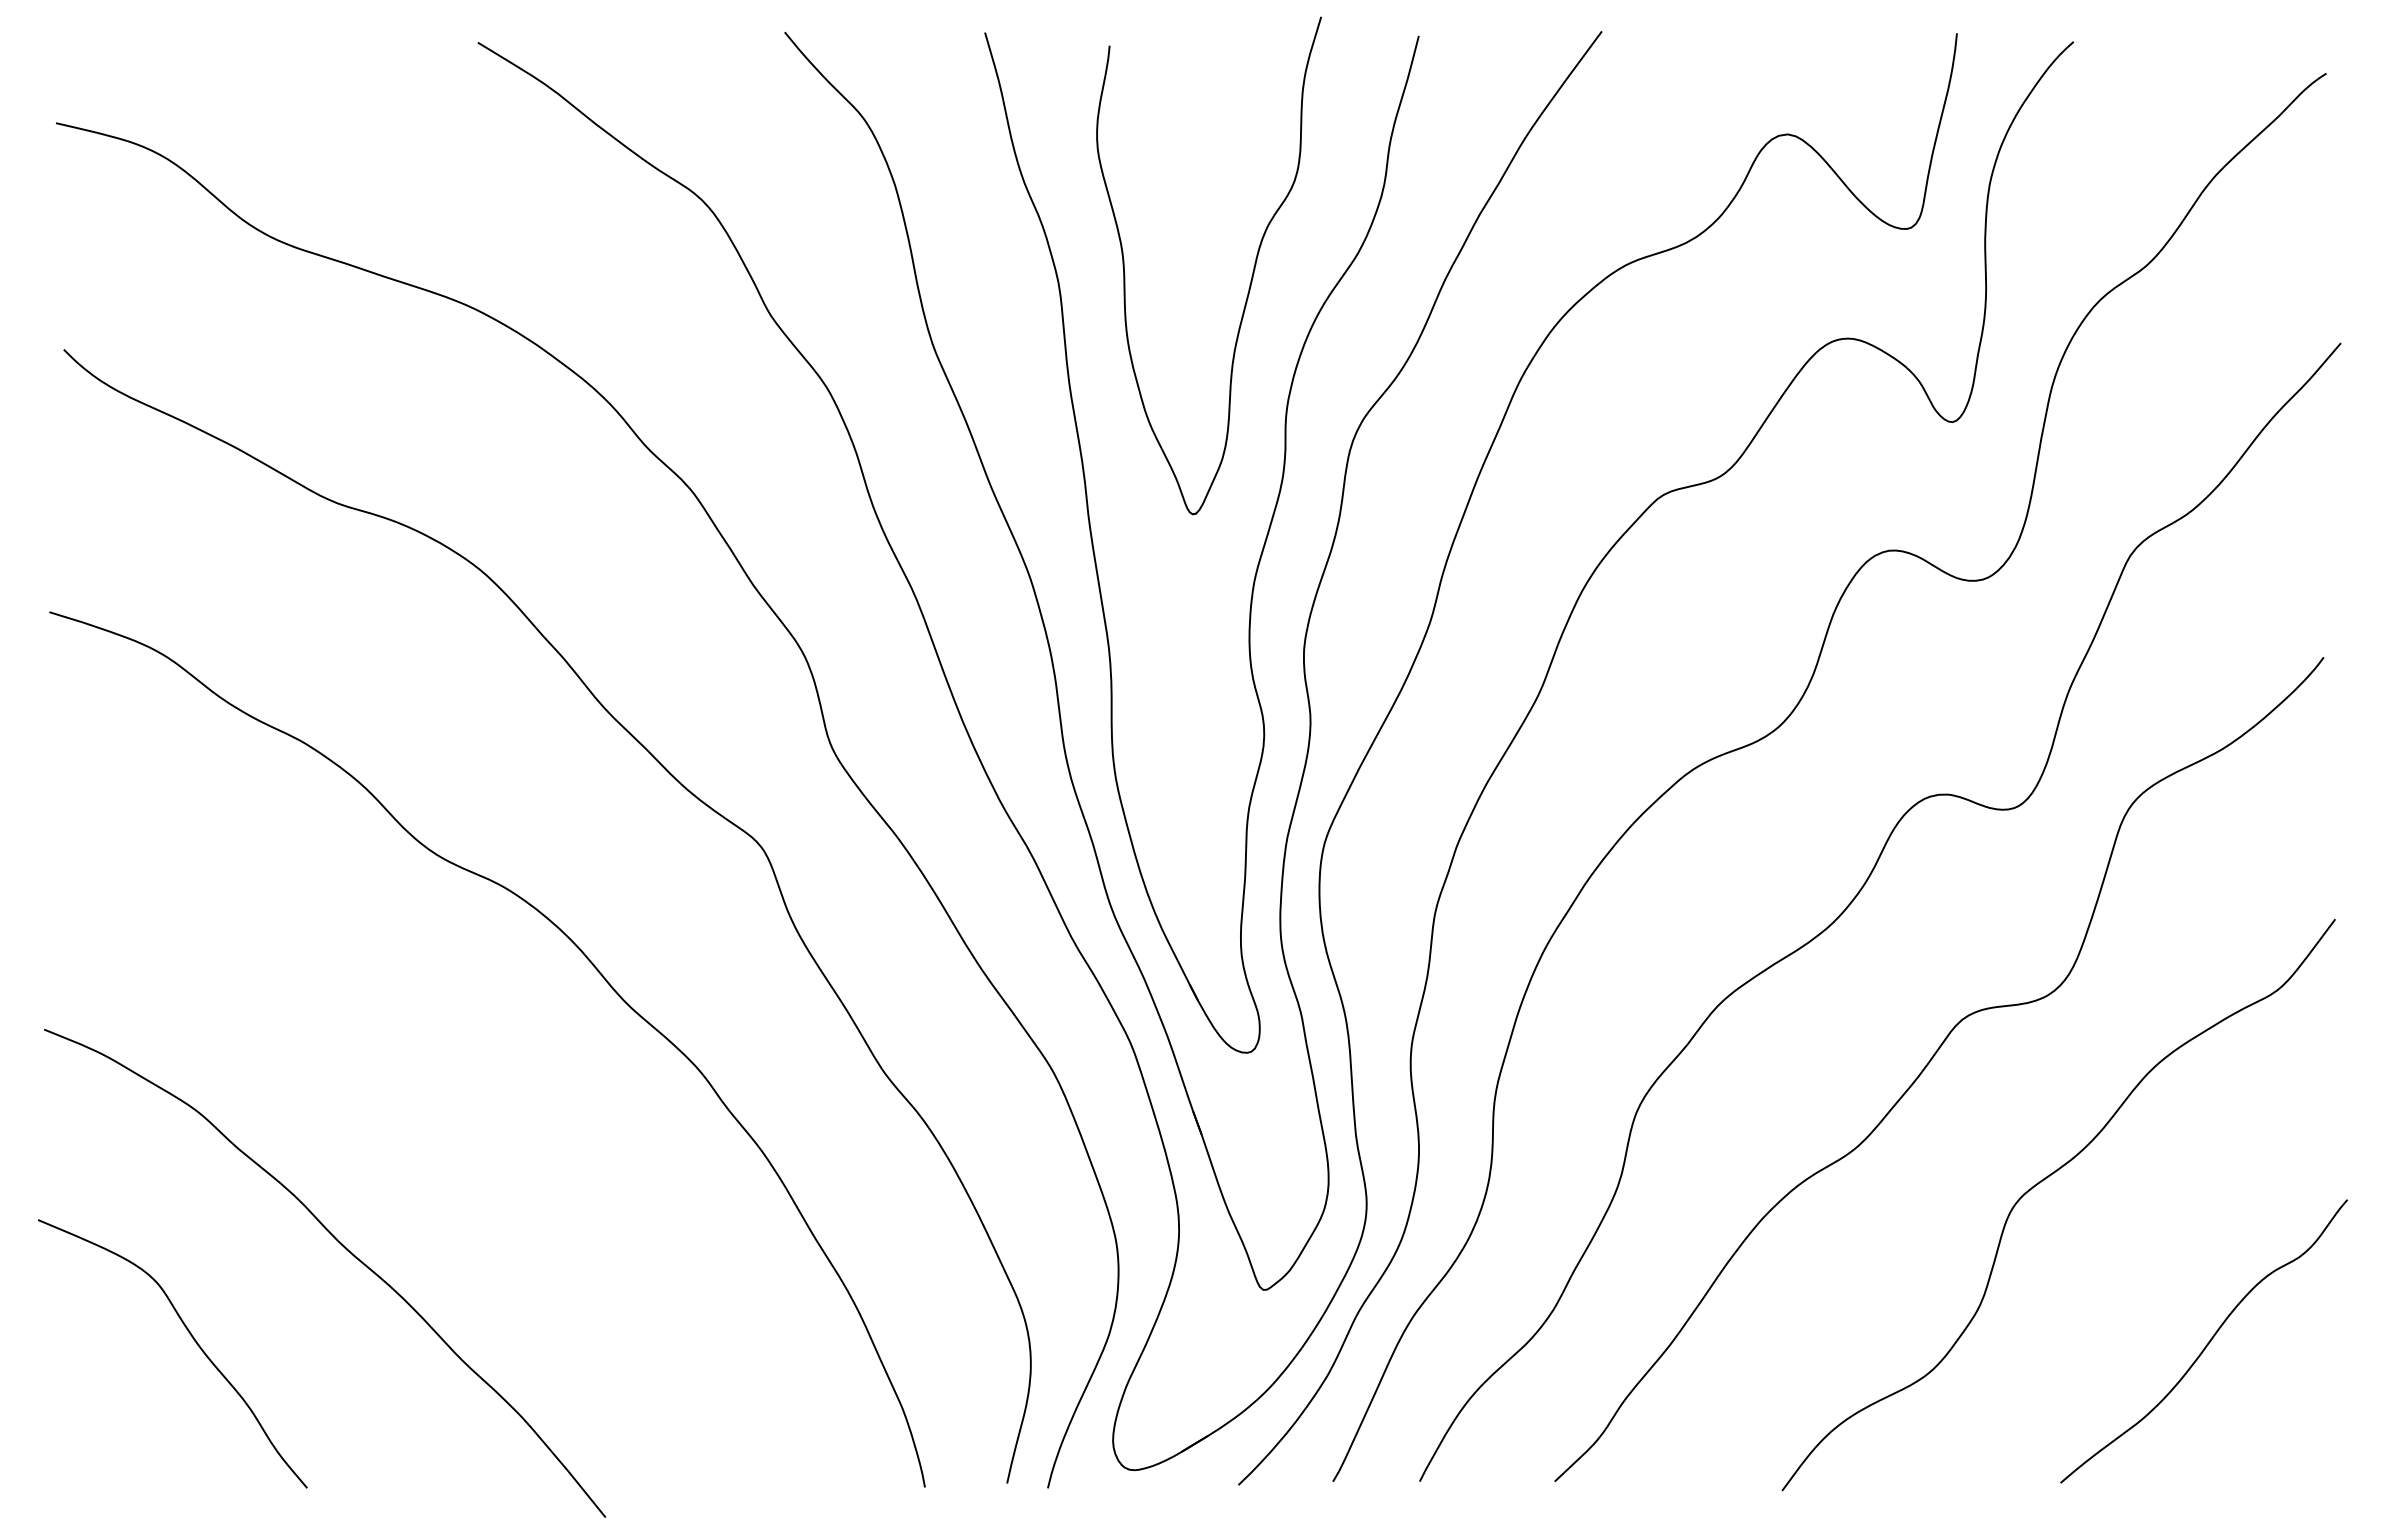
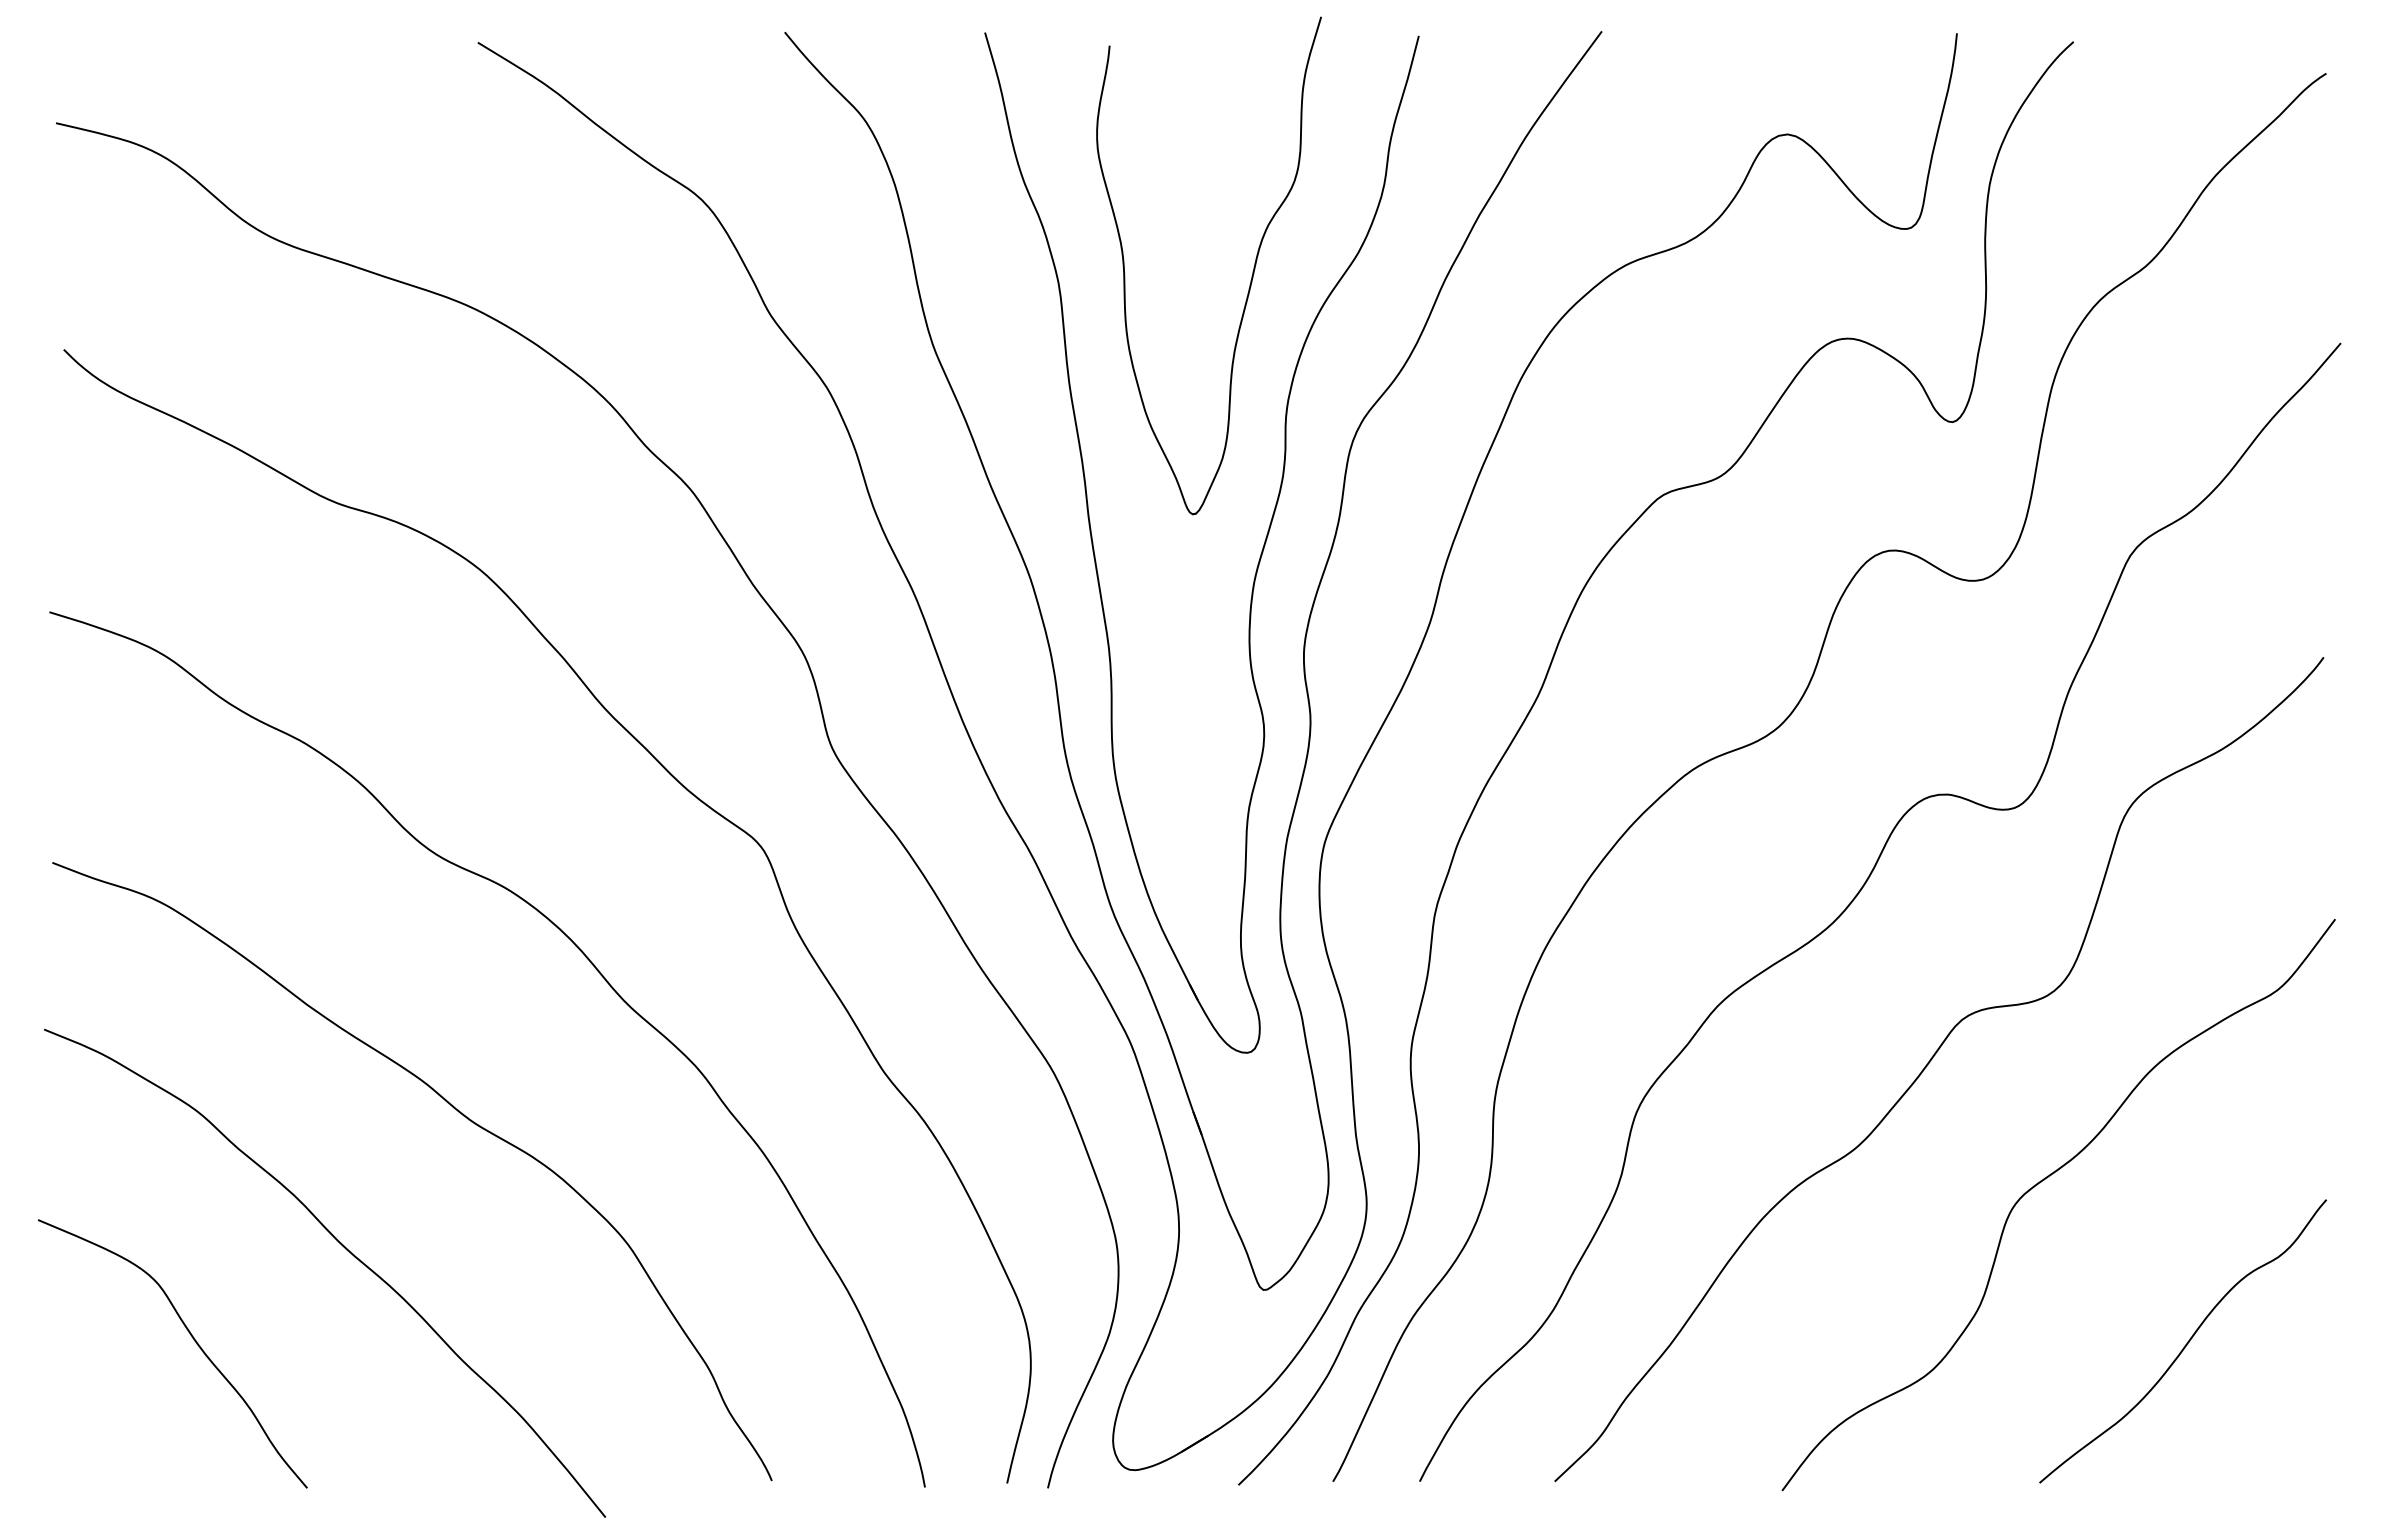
curve at (459, 1113): none -> present
curve at (2206, 1344) position: (2206, 1344) -> (2185, 1344)
